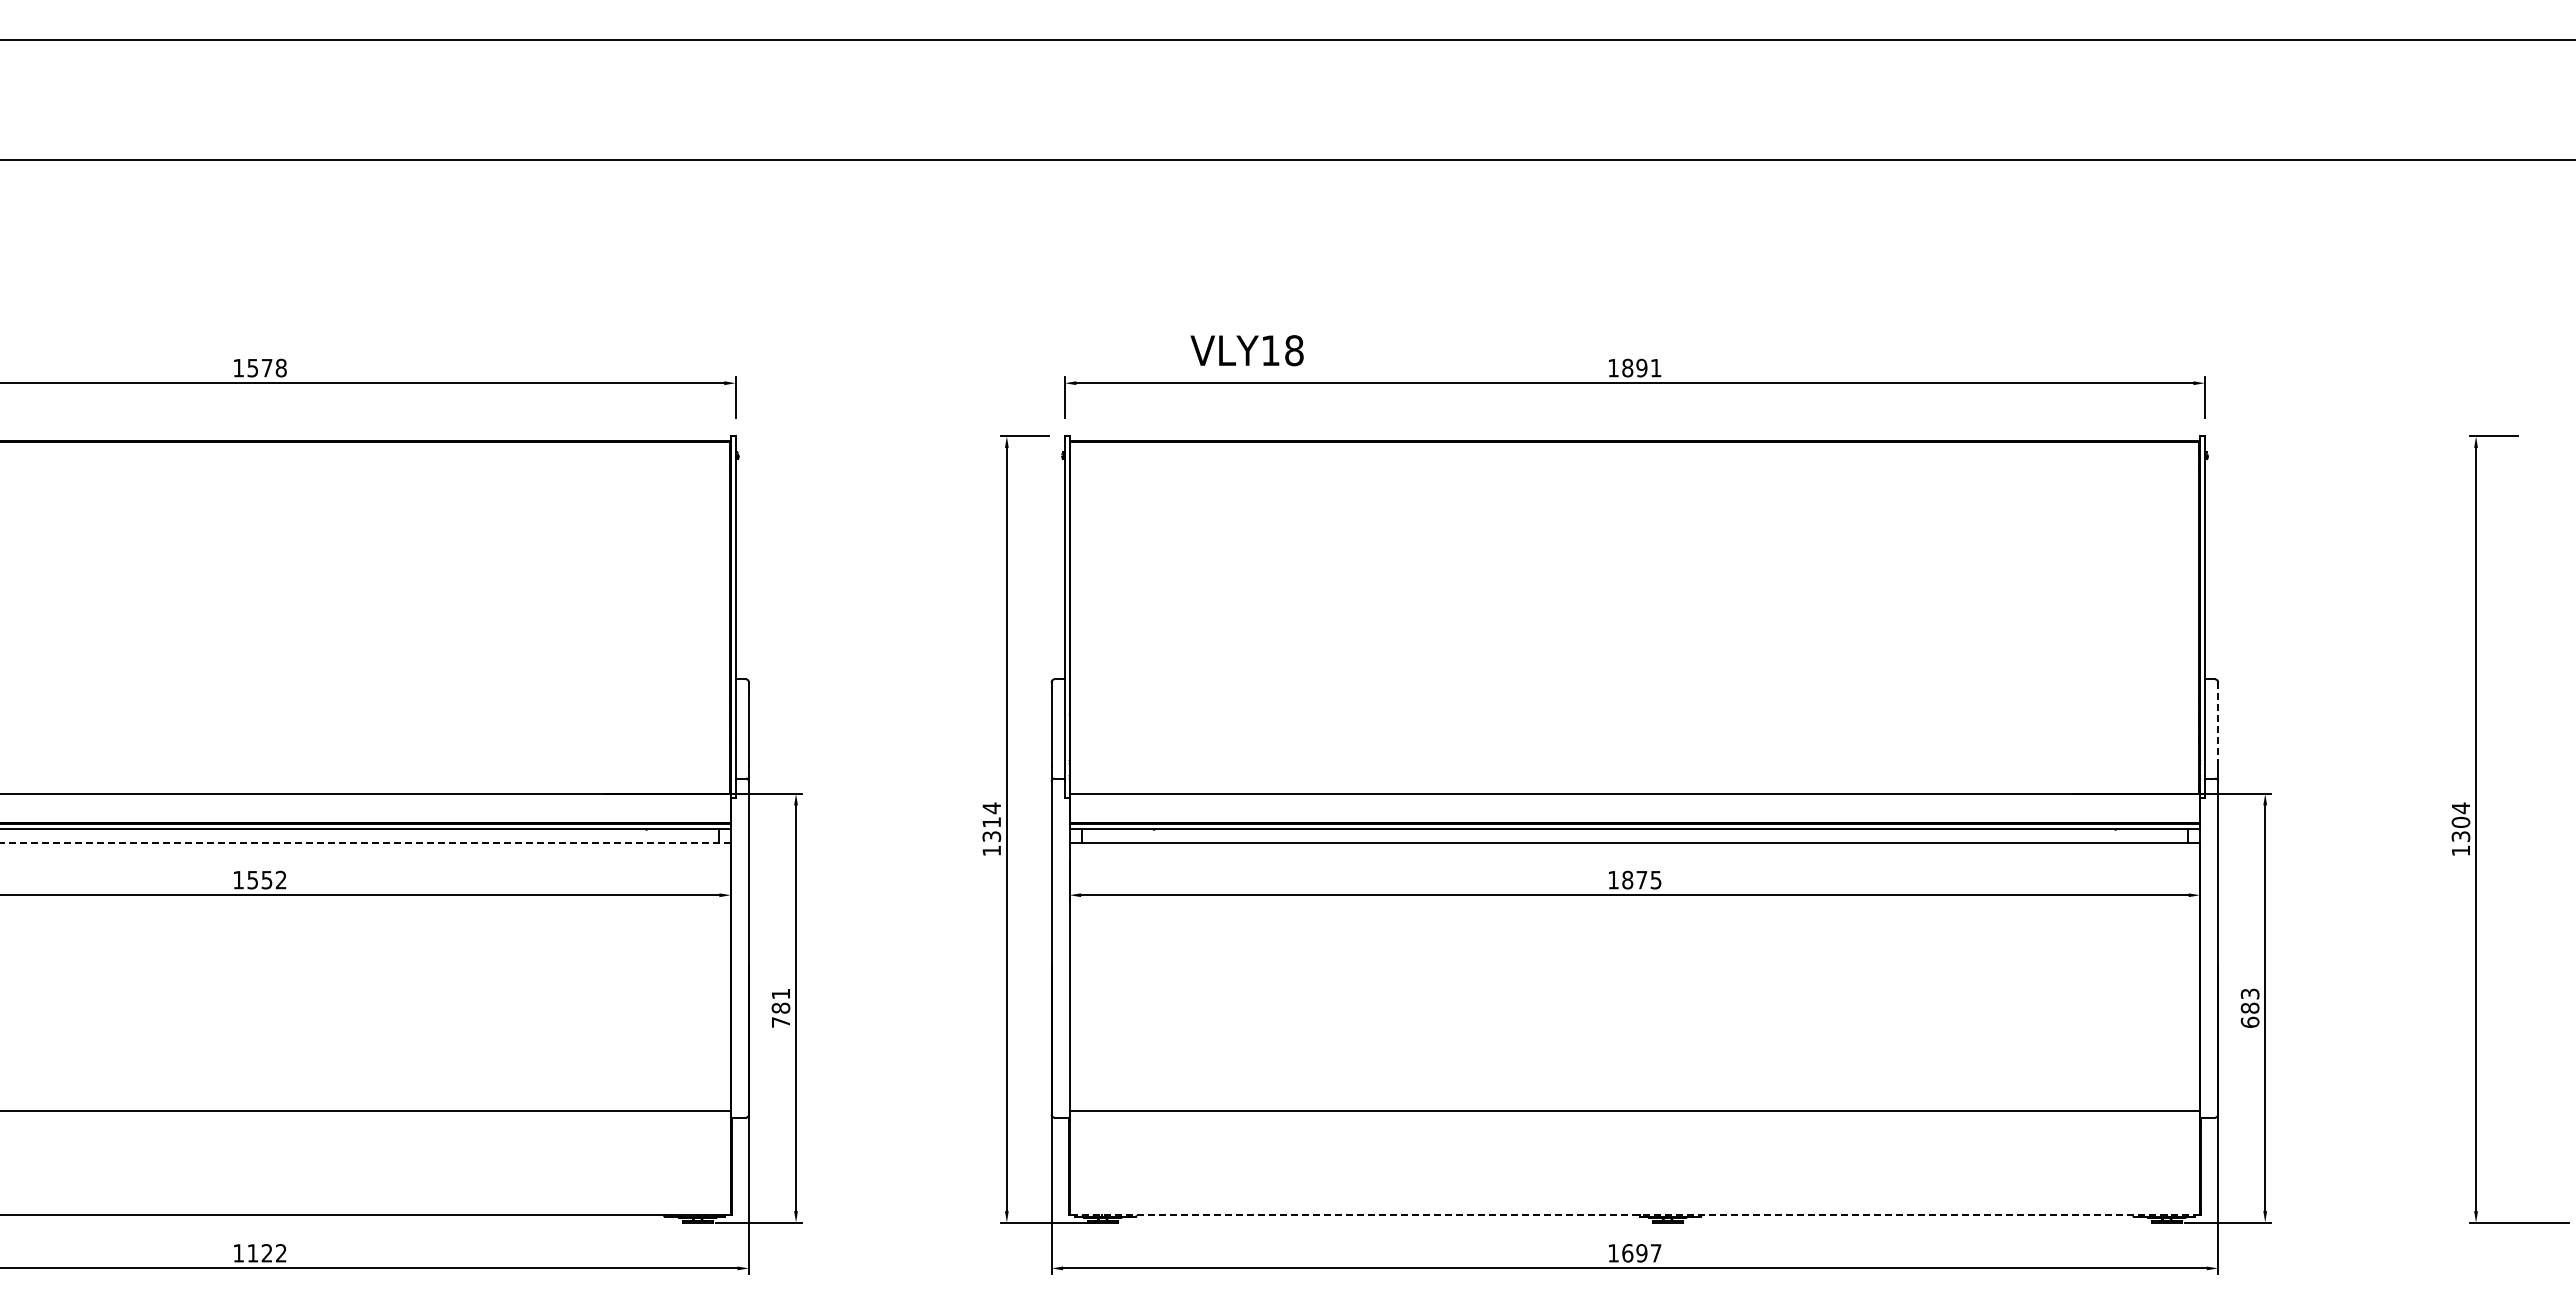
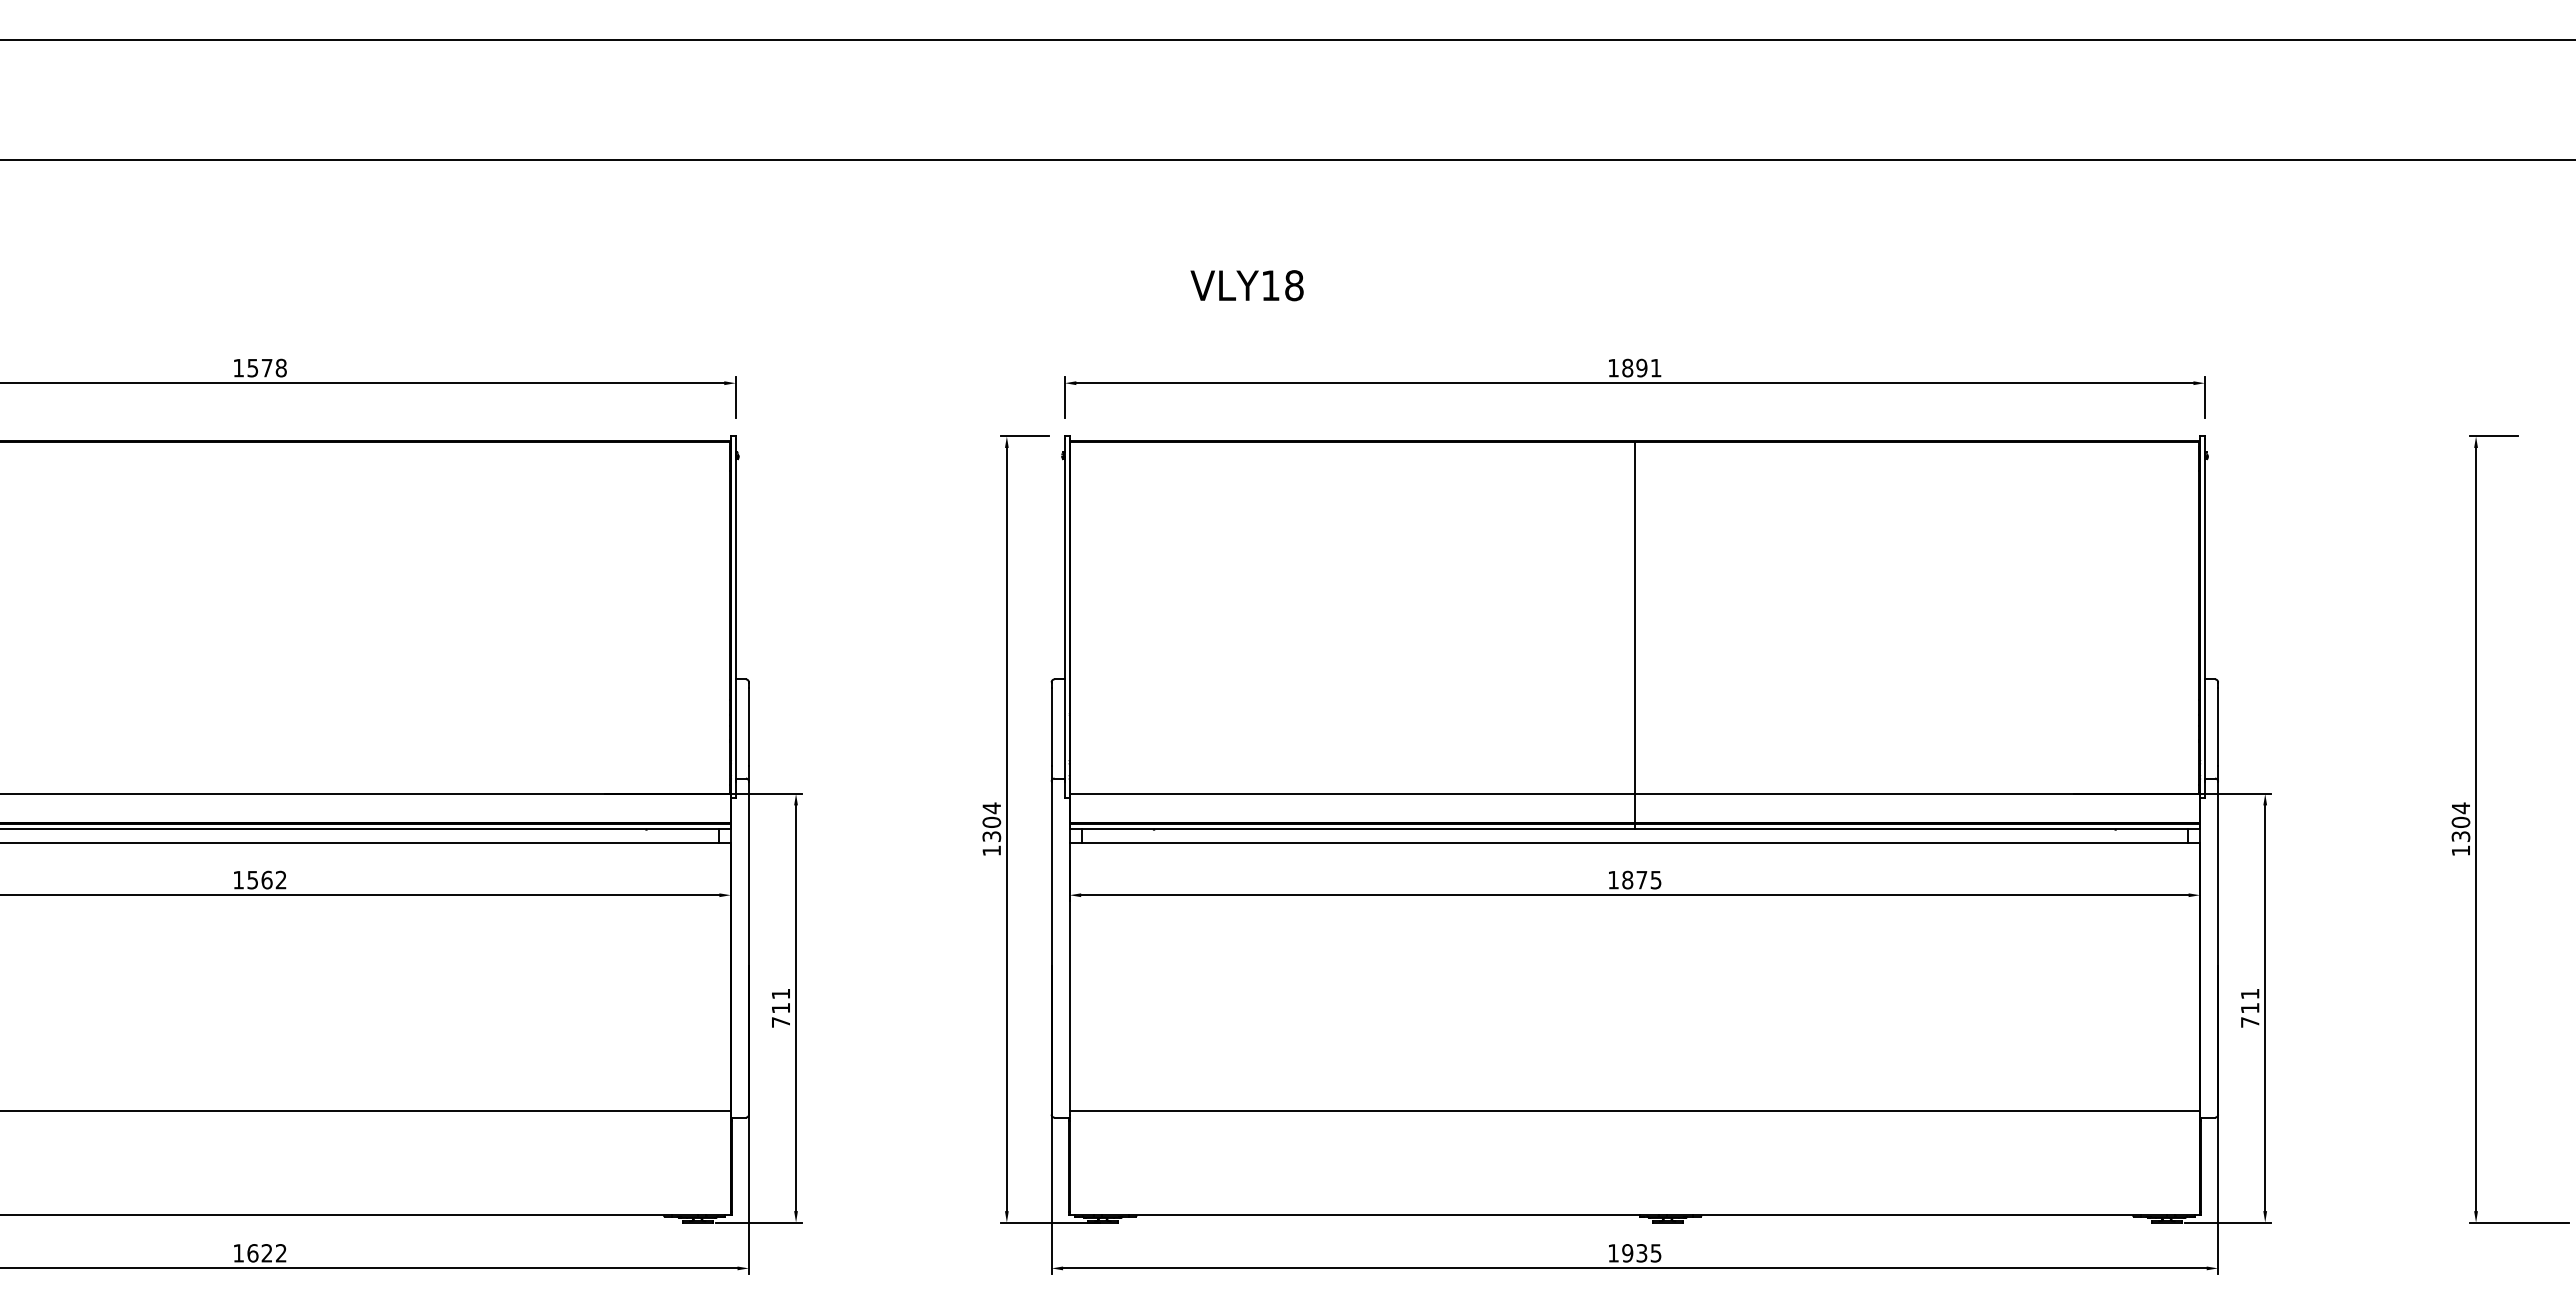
text at (1246, 350) position: (1246, 350) -> (1246, 285)
line at (1634, 635): none -> present
line at (2218, 726): dashed -> solid
text at (991, 821): 1314 -> 1304
line at (364, 842): dashed -> solid
text at (266, 879): 1552 -> 1562
text at (780, 1007): 781 -> 711
text at (2249, 1007): 683 -> 711
line at (1634, 1215): dashed -> solid
text at (252, 1253): 1122 -> 1622
text at (1641, 1253): 1697 -> 1935
